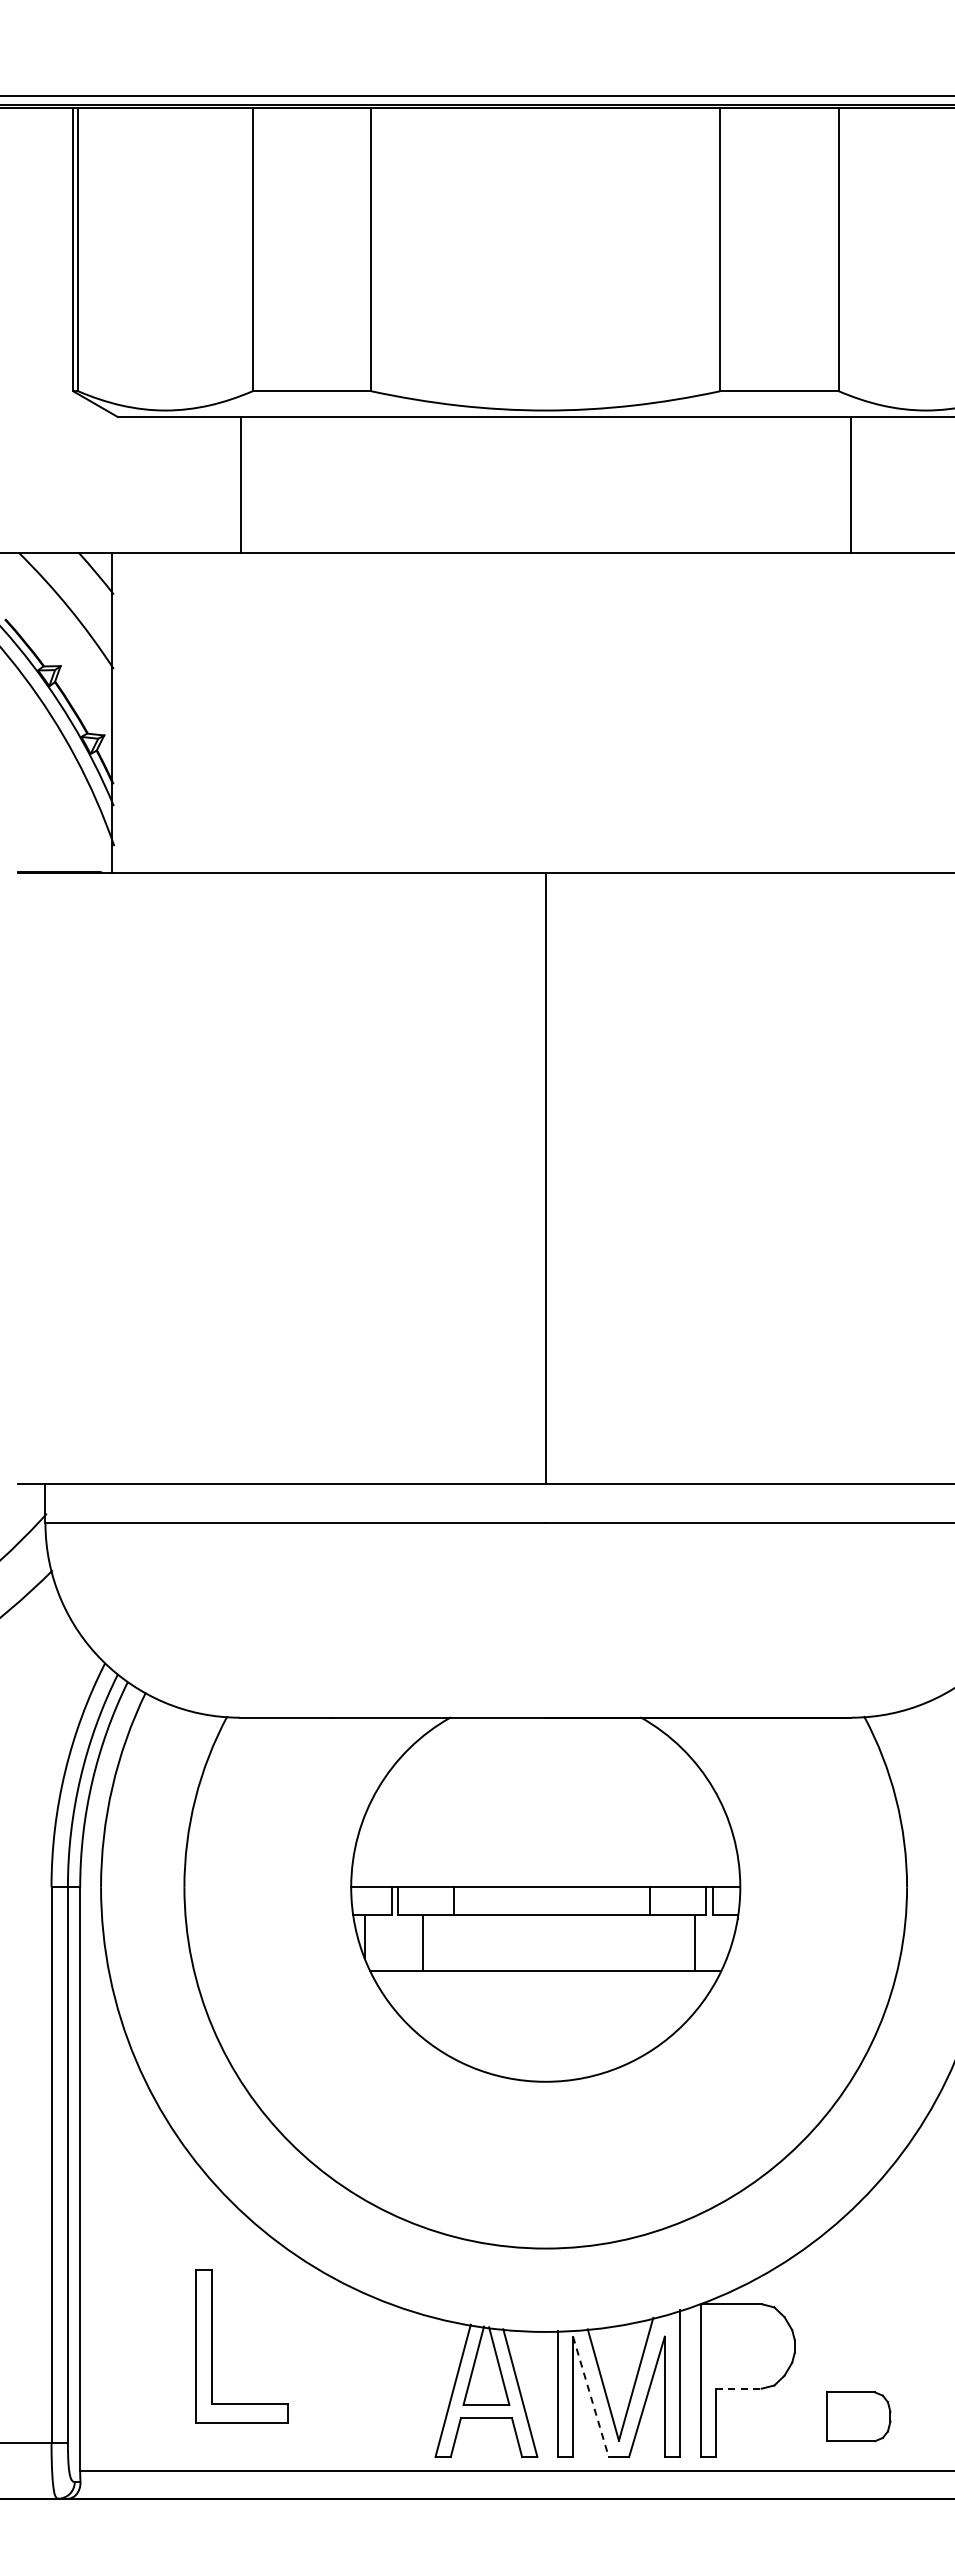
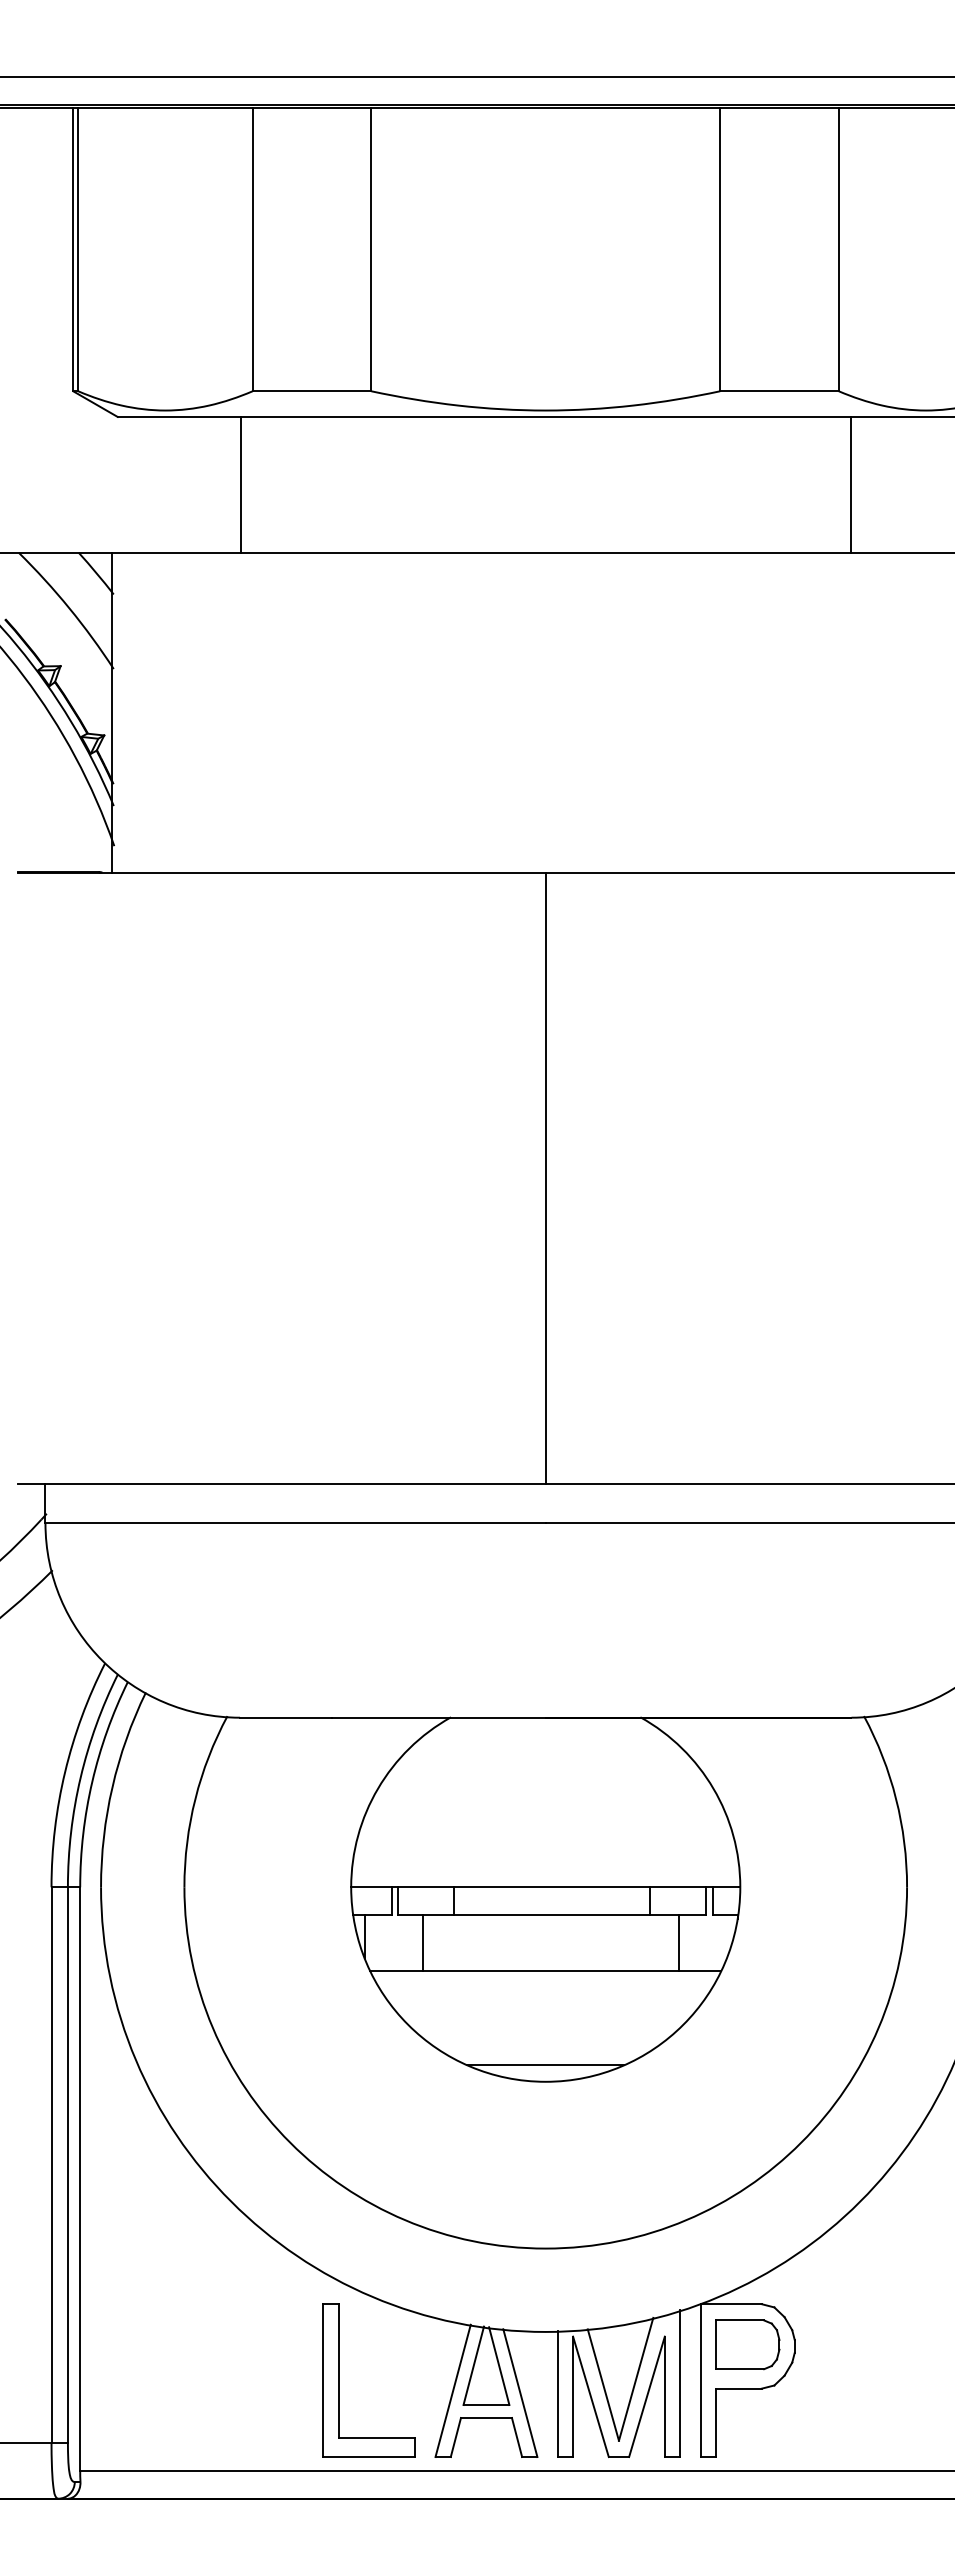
line at (476, 96) position: (476, 96) -> (476, 77)
line at (695, 1942) position: (695, 1942) -> (679, 1942)
line at (545, 2065): none -> present
part at (212, 2346) position: (212, 2346) -> (339, 2380)
line at (738, 2388): dashed -> solid
line at (590, 2396): dashed -> solid
part at (858, 2416) position: (858, 2416) -> (747, 2344)
